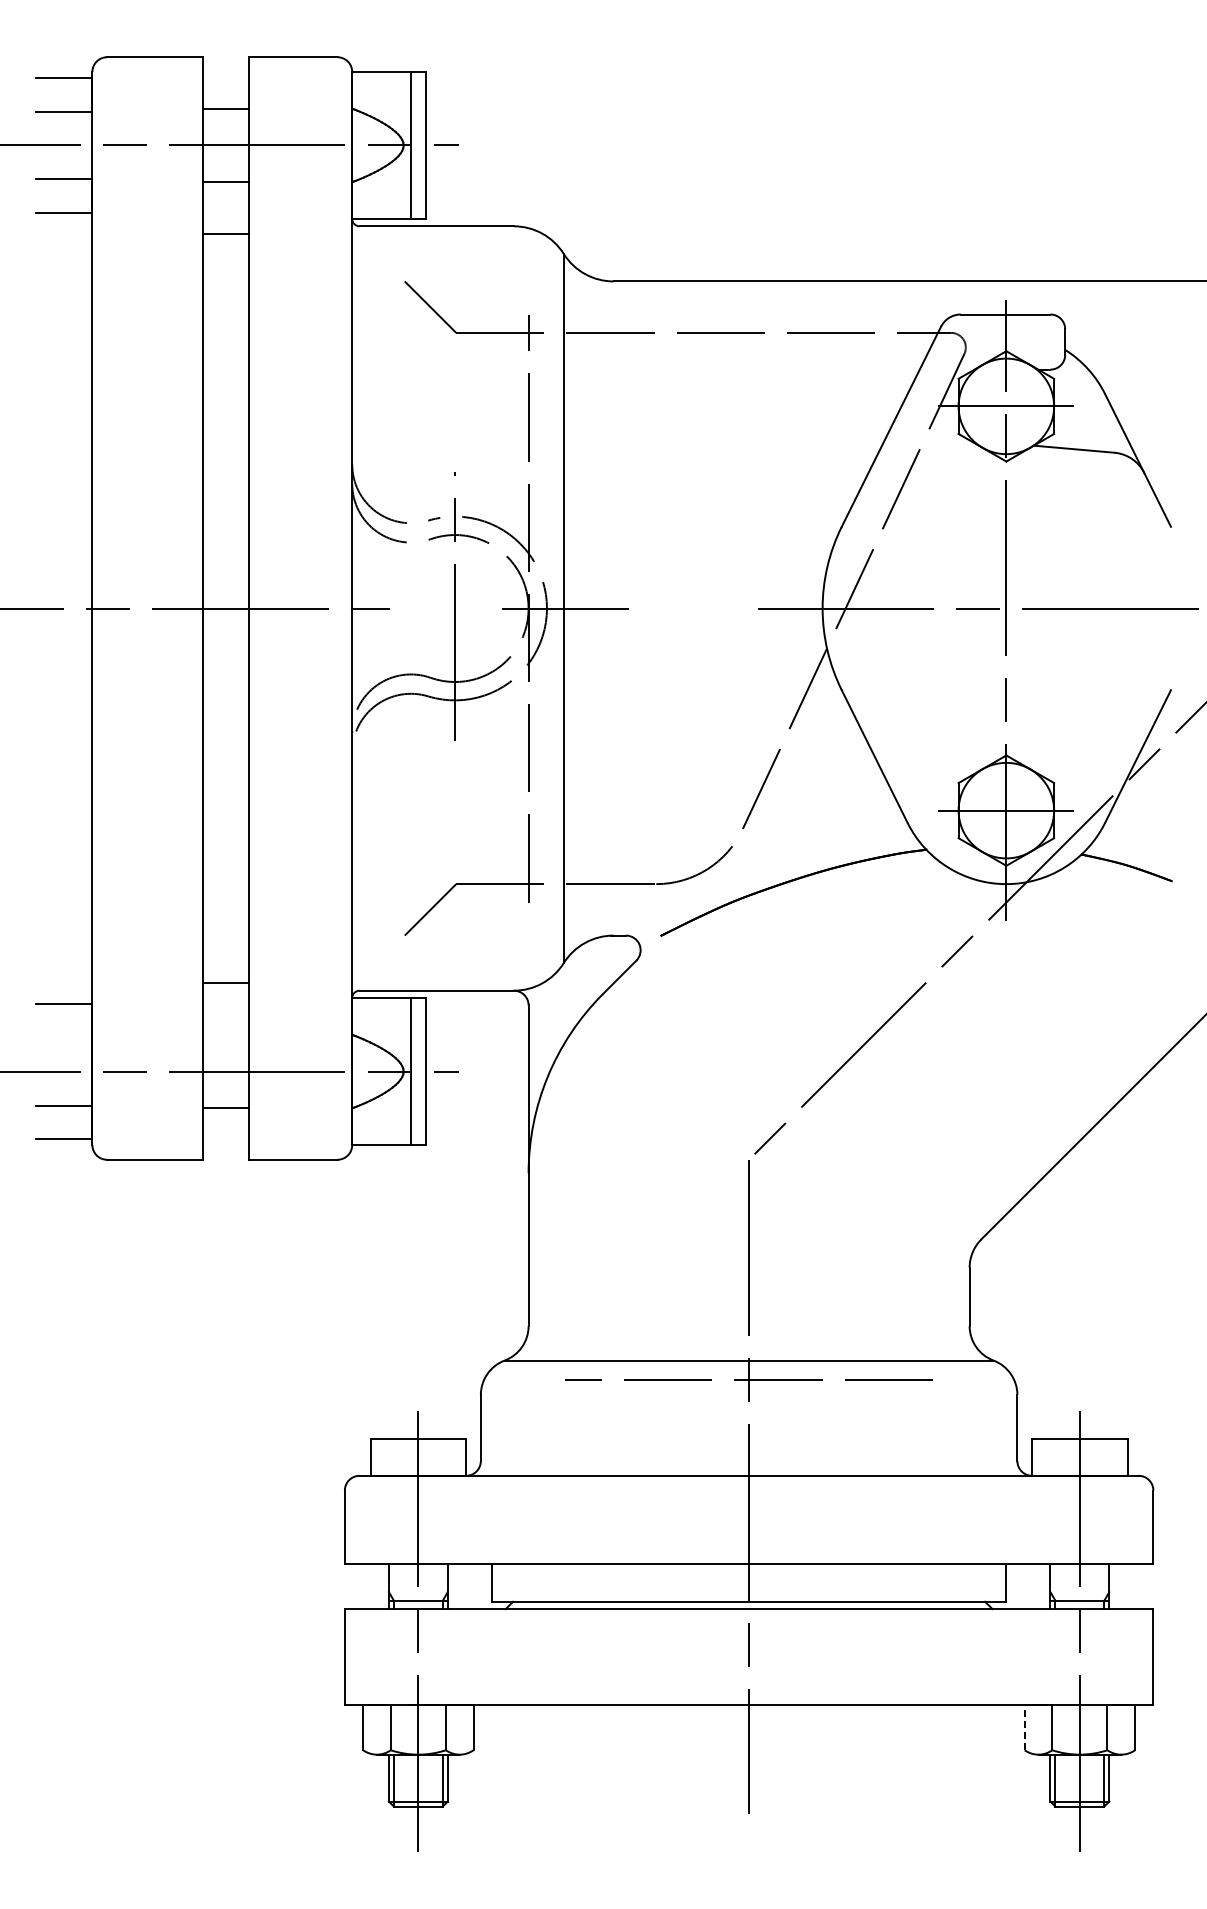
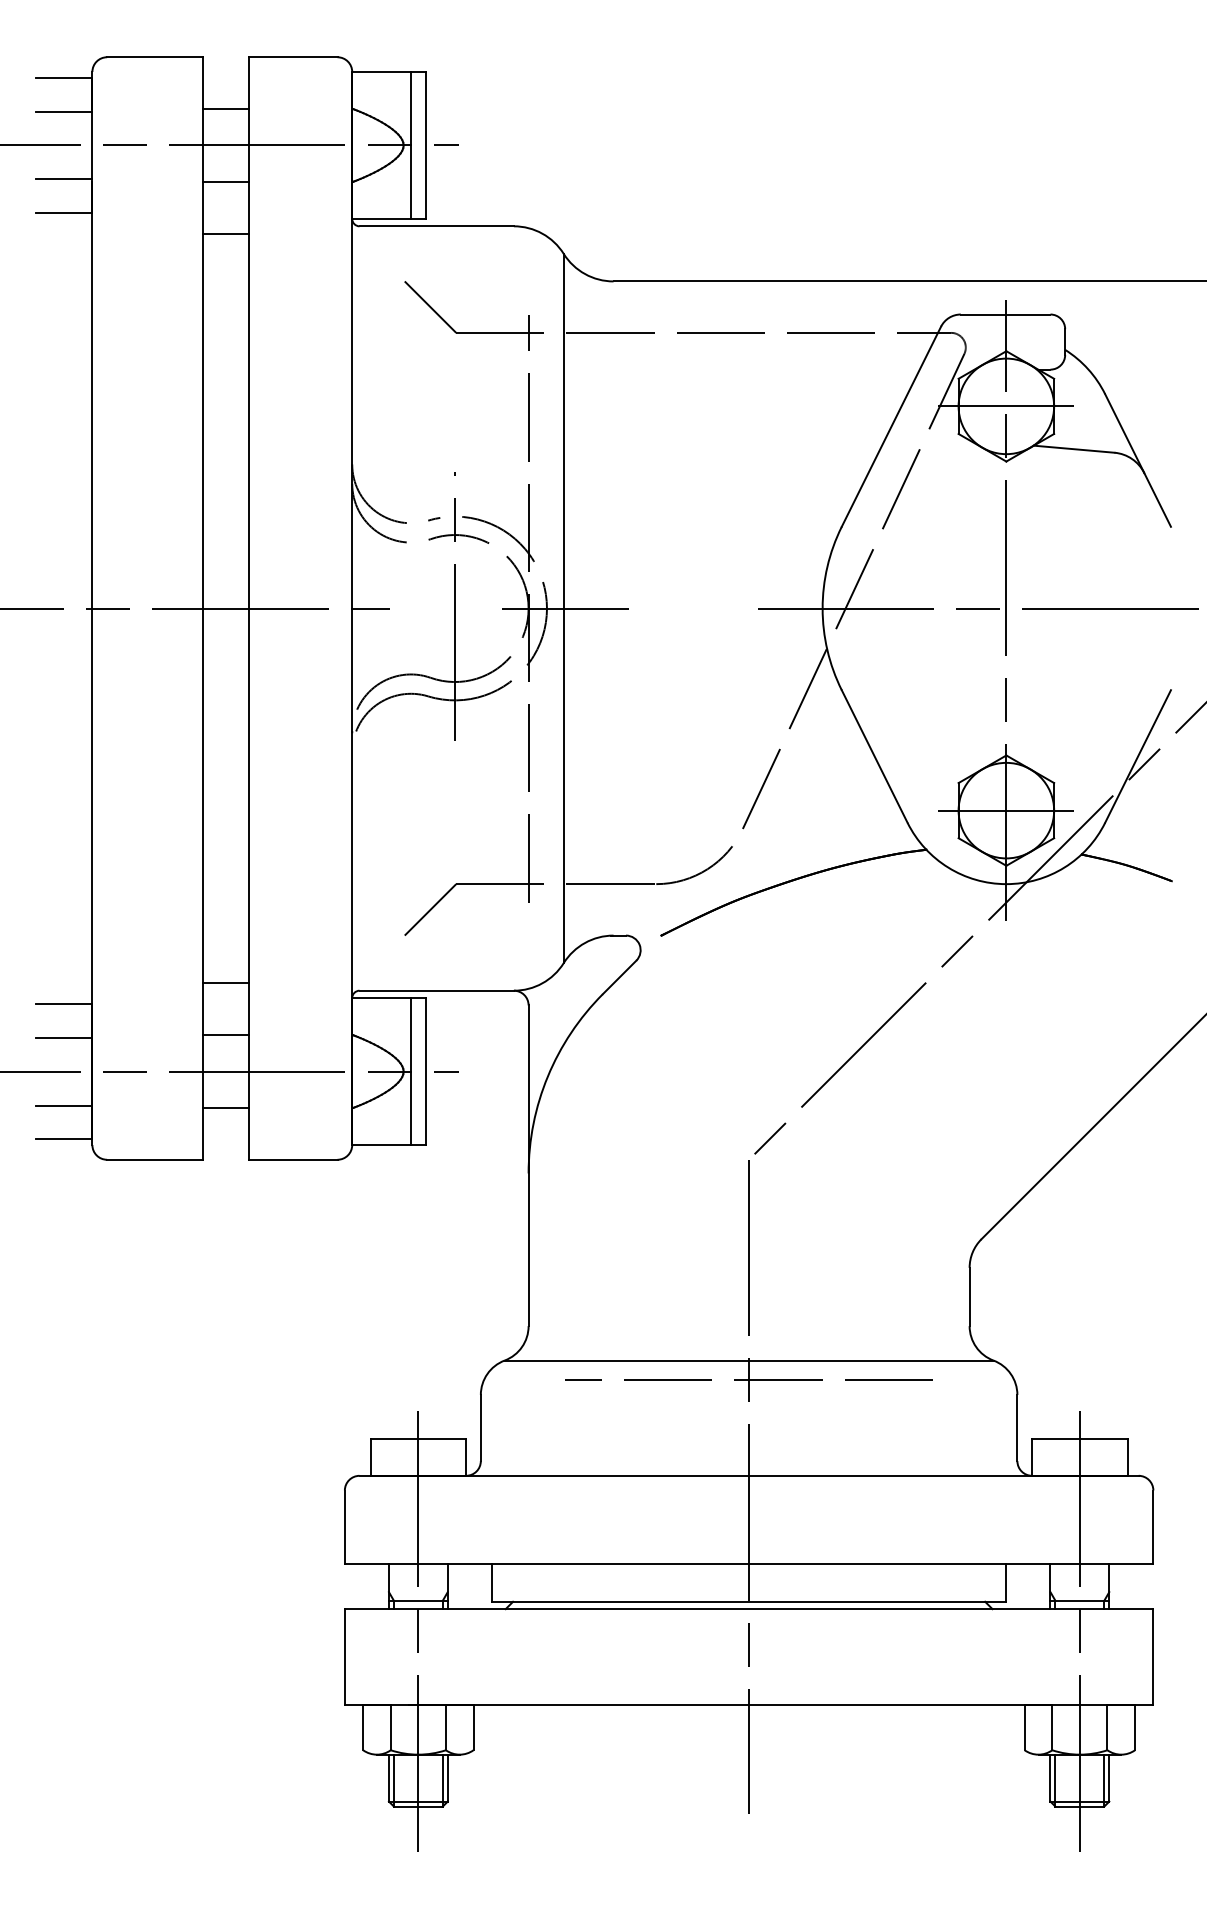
line at (225, 1034): none -> present
line at (64, 1037): none -> present
line at (1024, 1727): dashed -> solid
